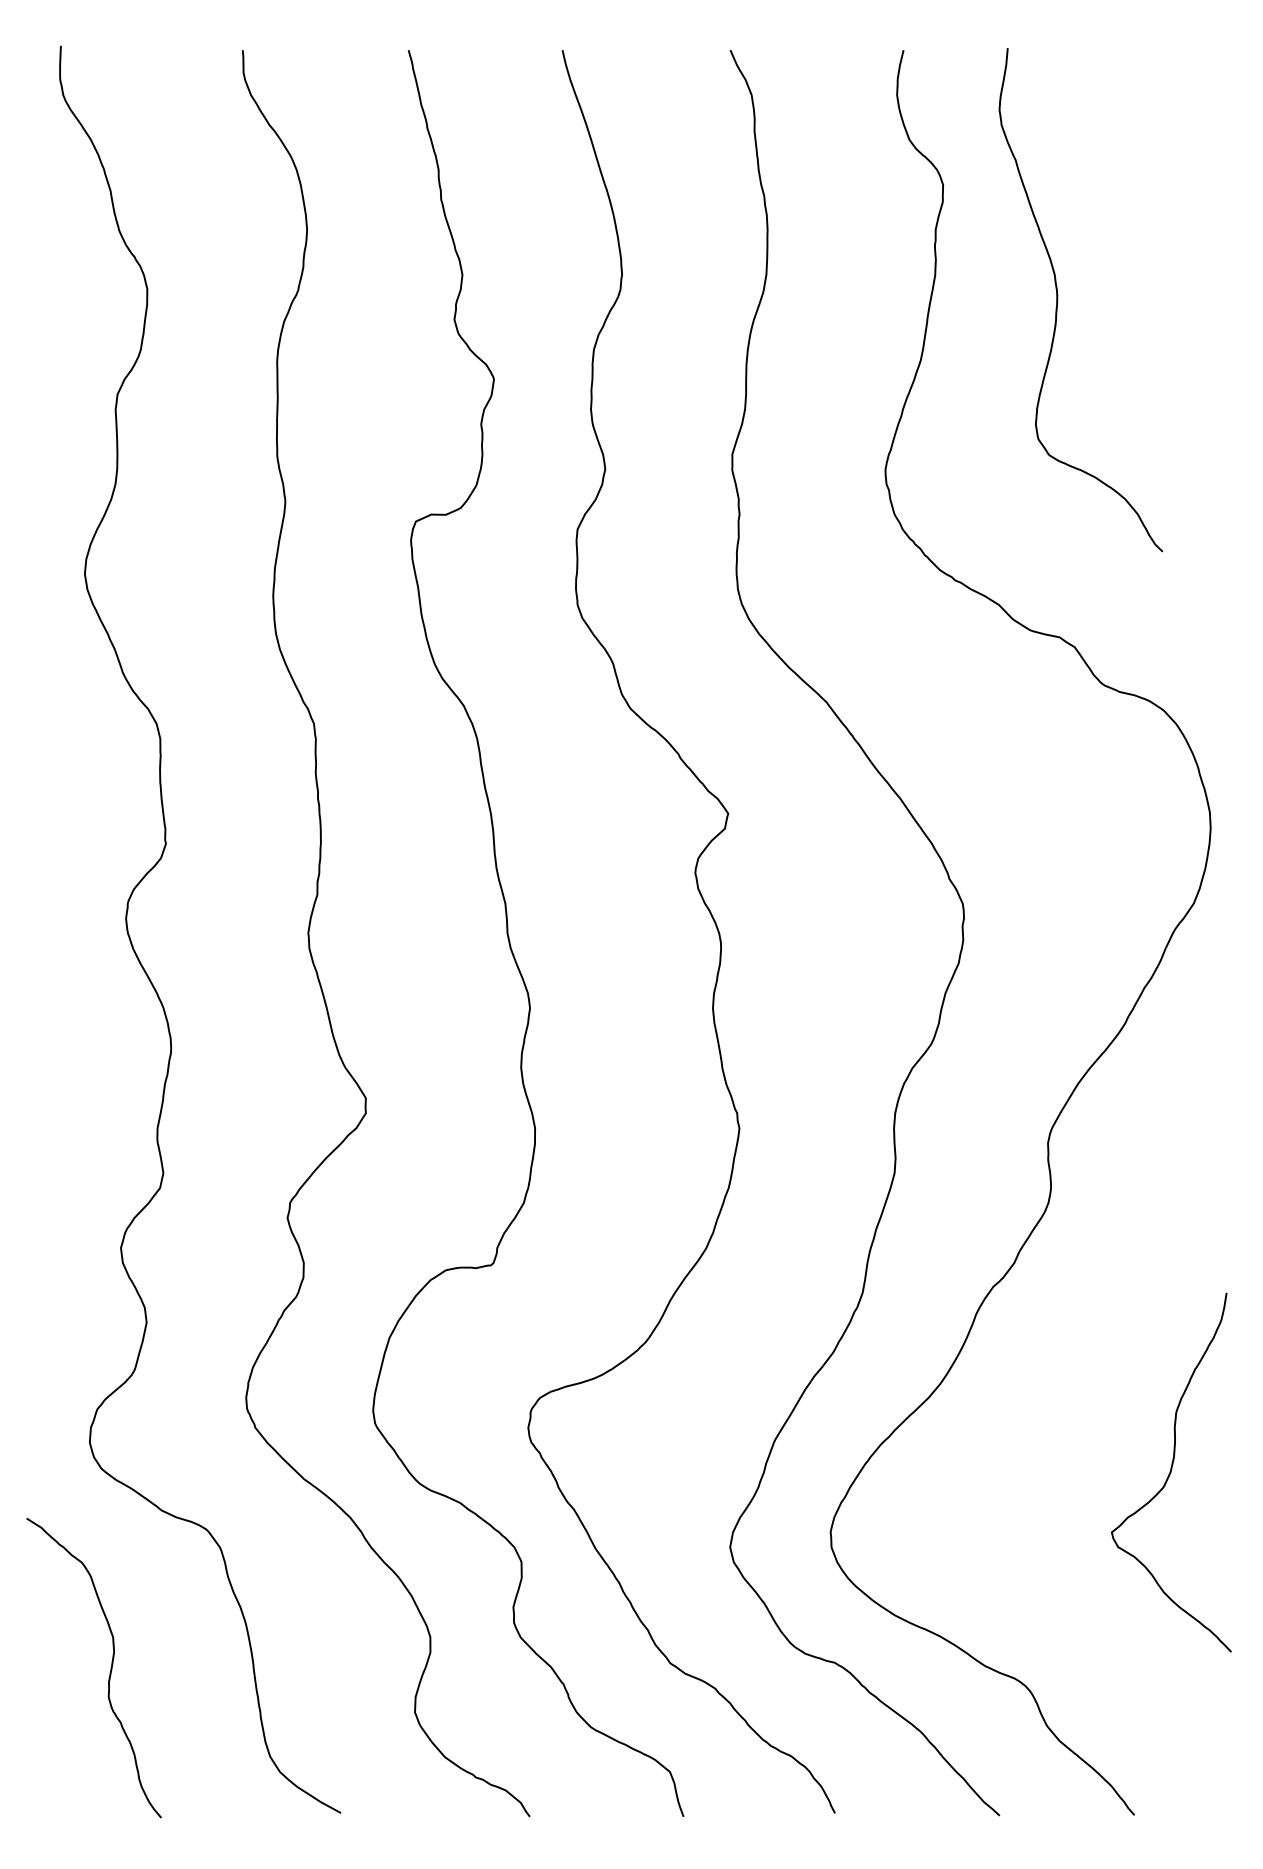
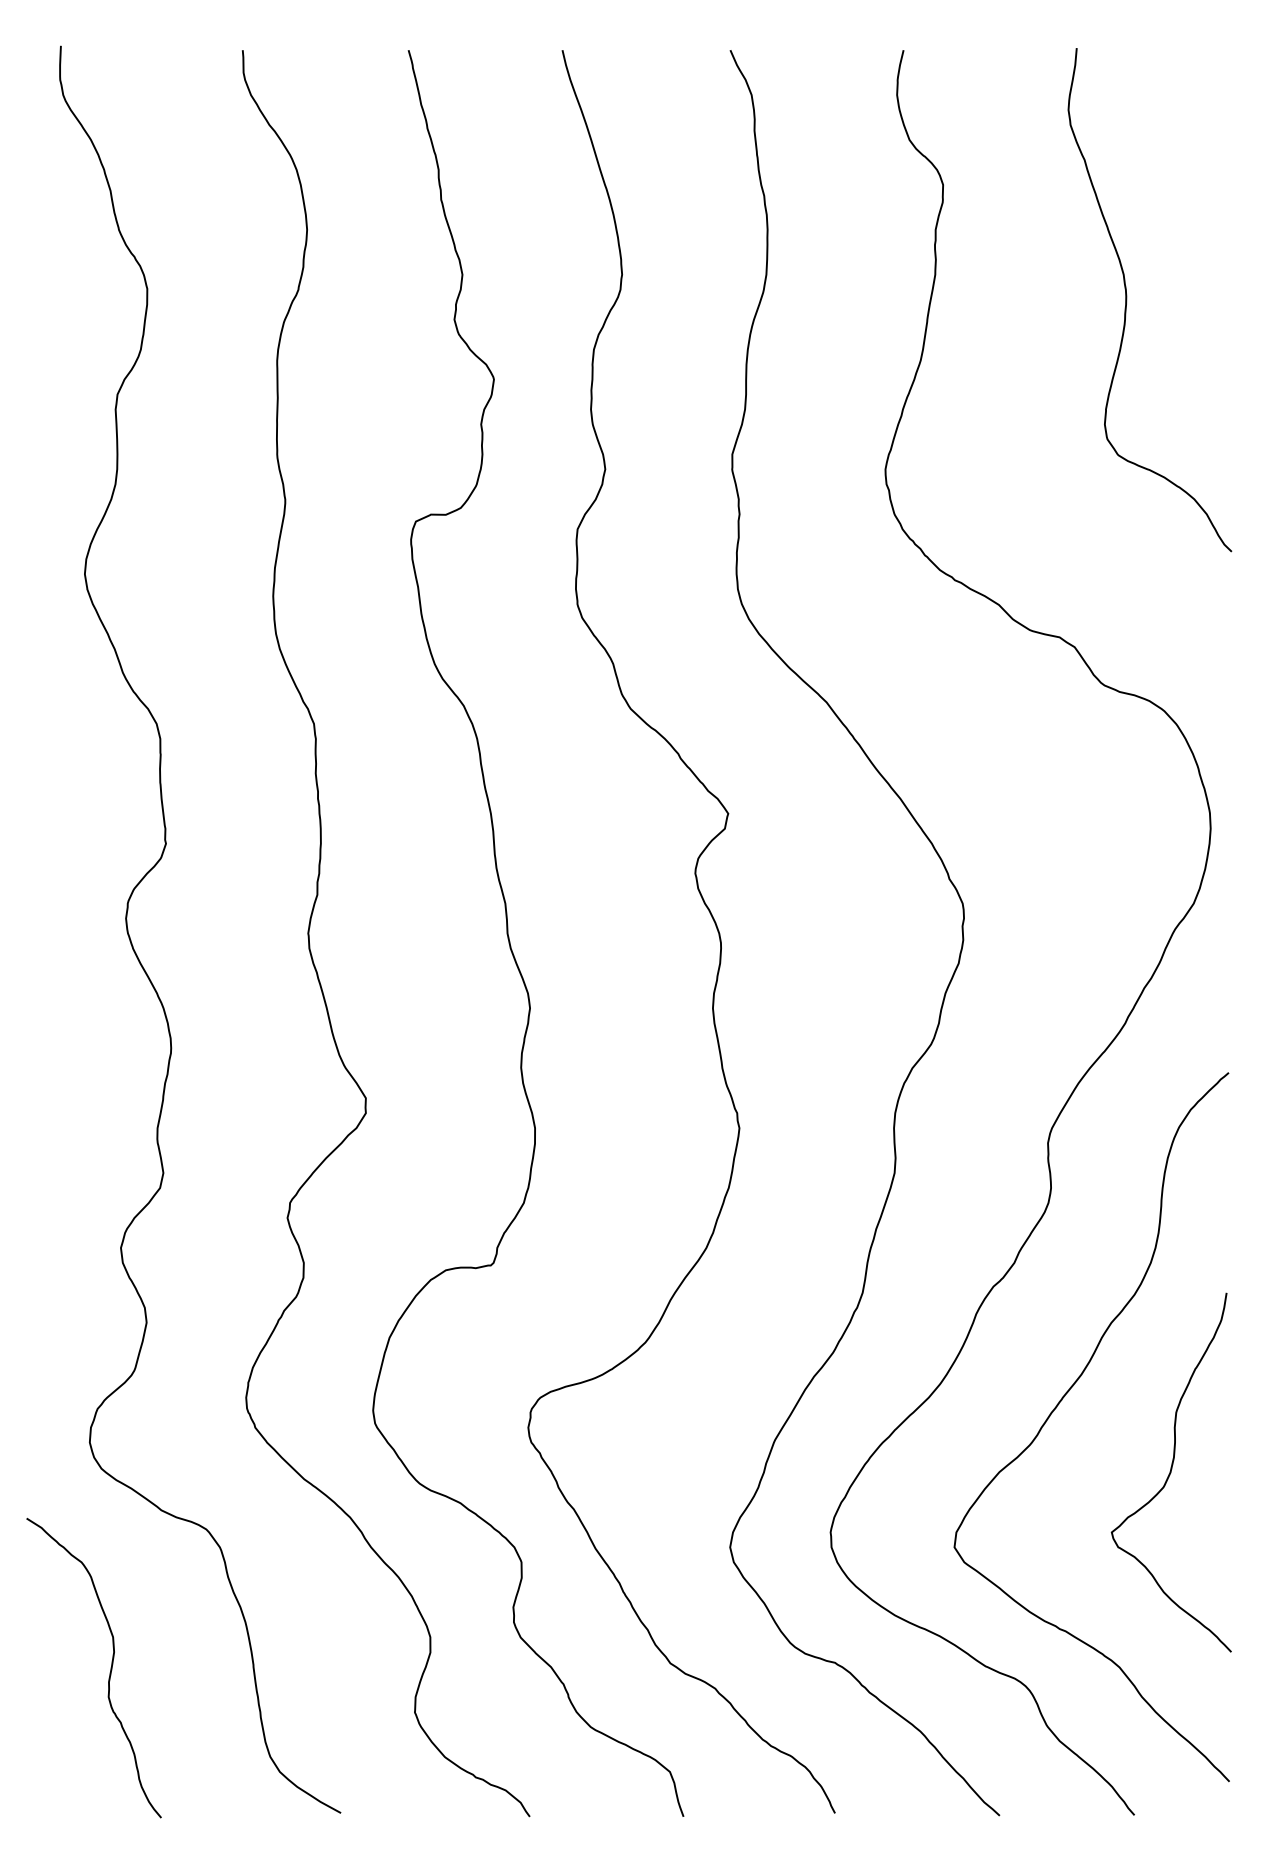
curve at (1058, 300) position: (1058, 300) -> (1127, 300)
curve at (1059, 1404): none -> present
